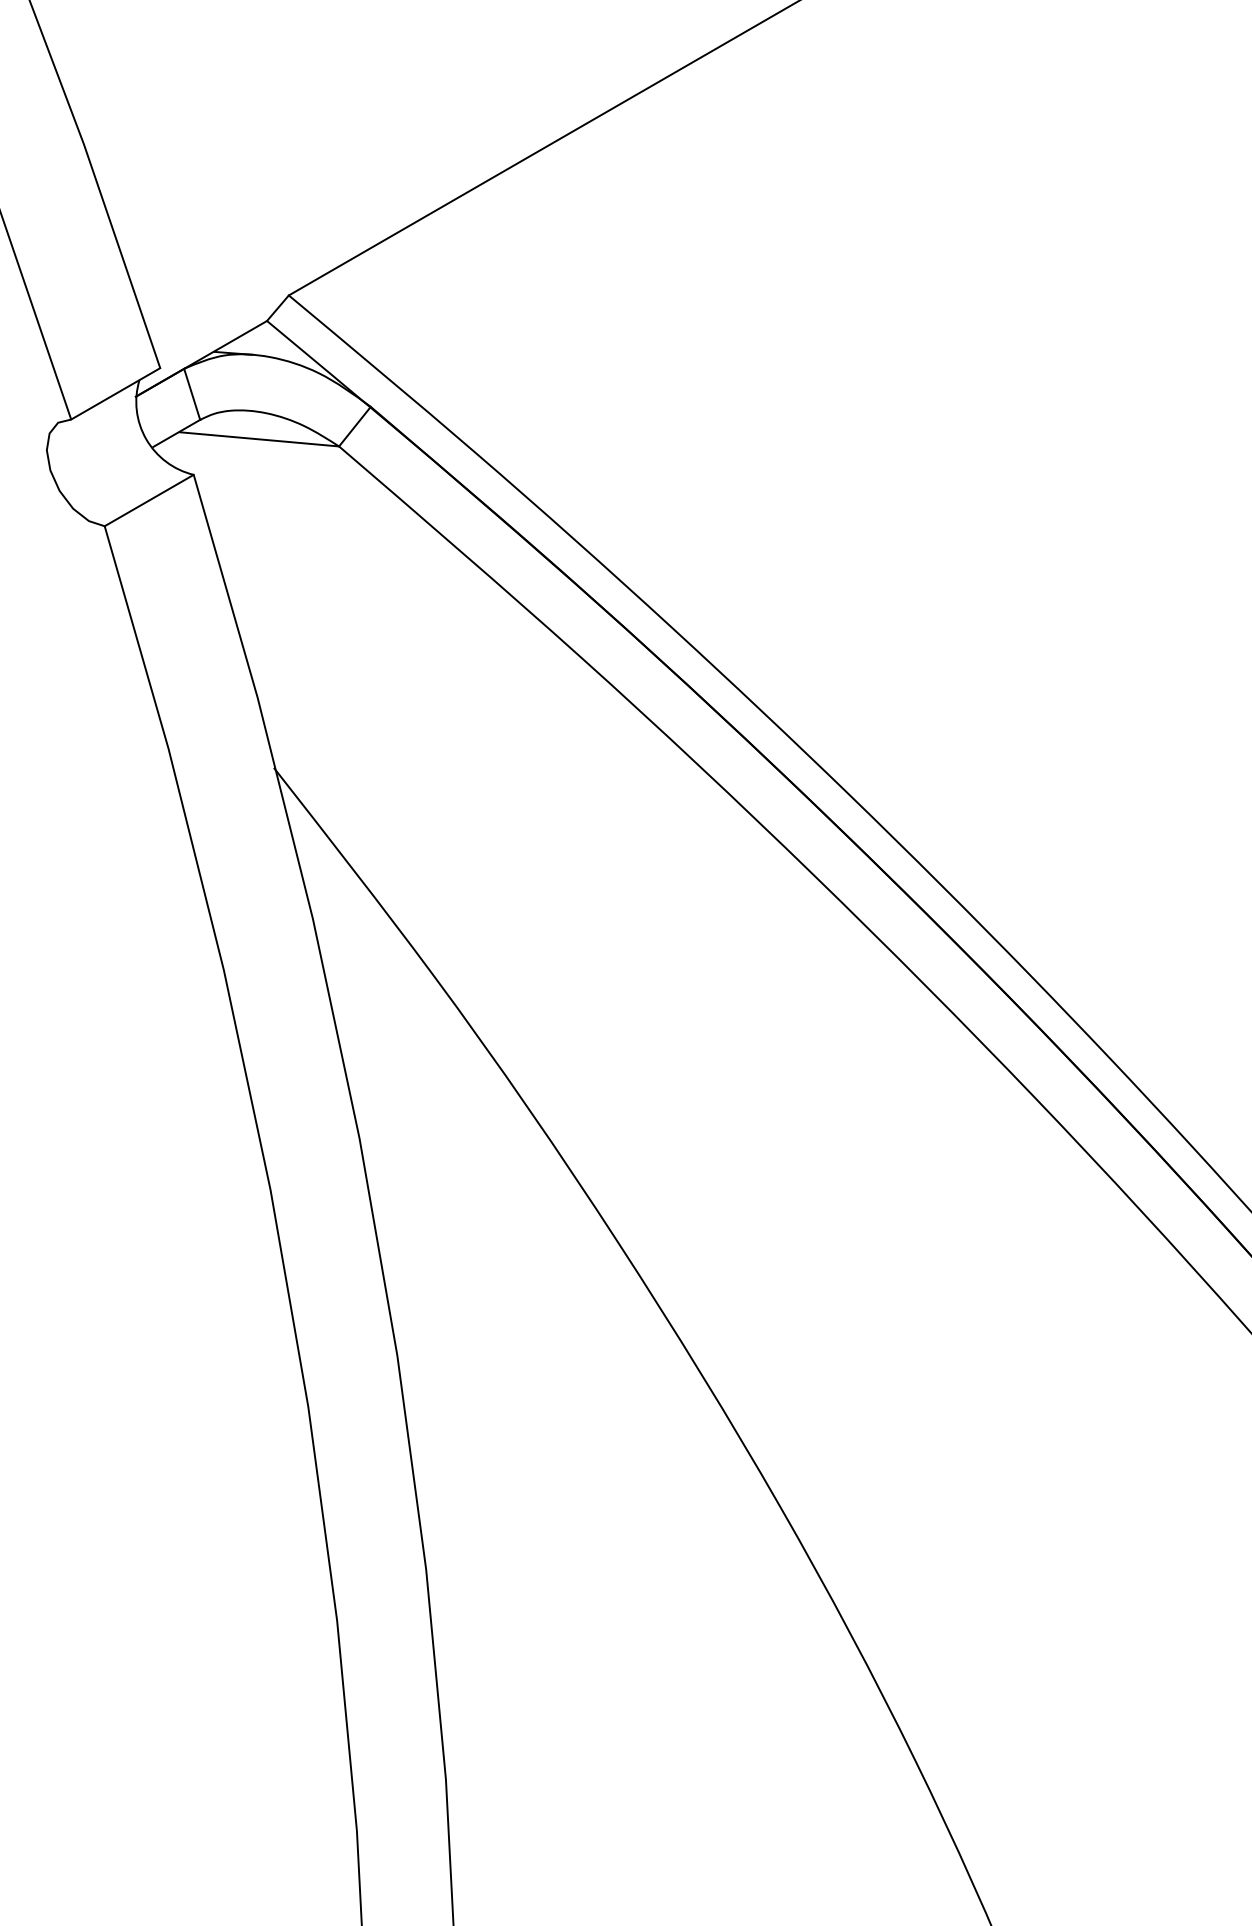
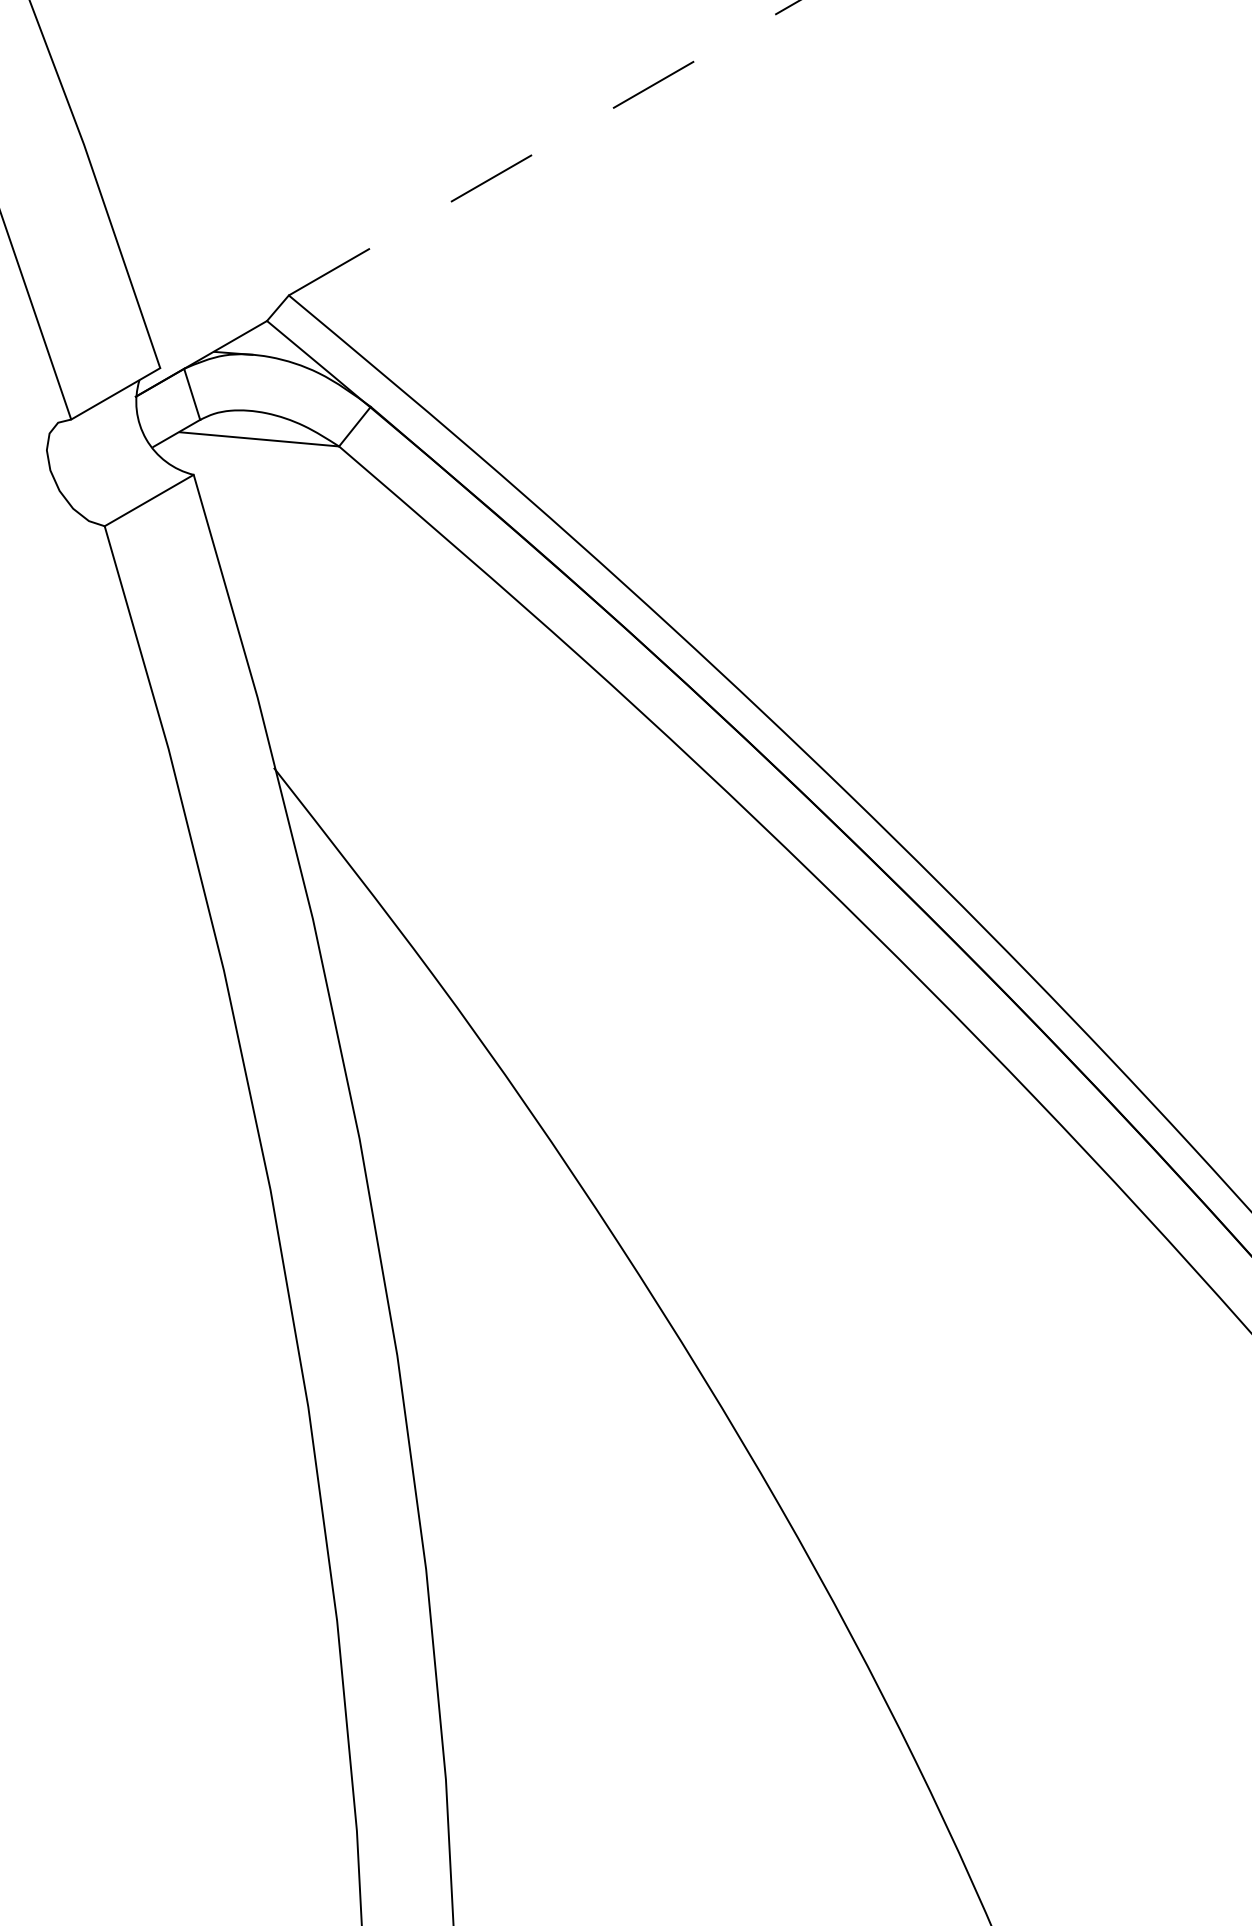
line at (545, 147): solid -> dashed
